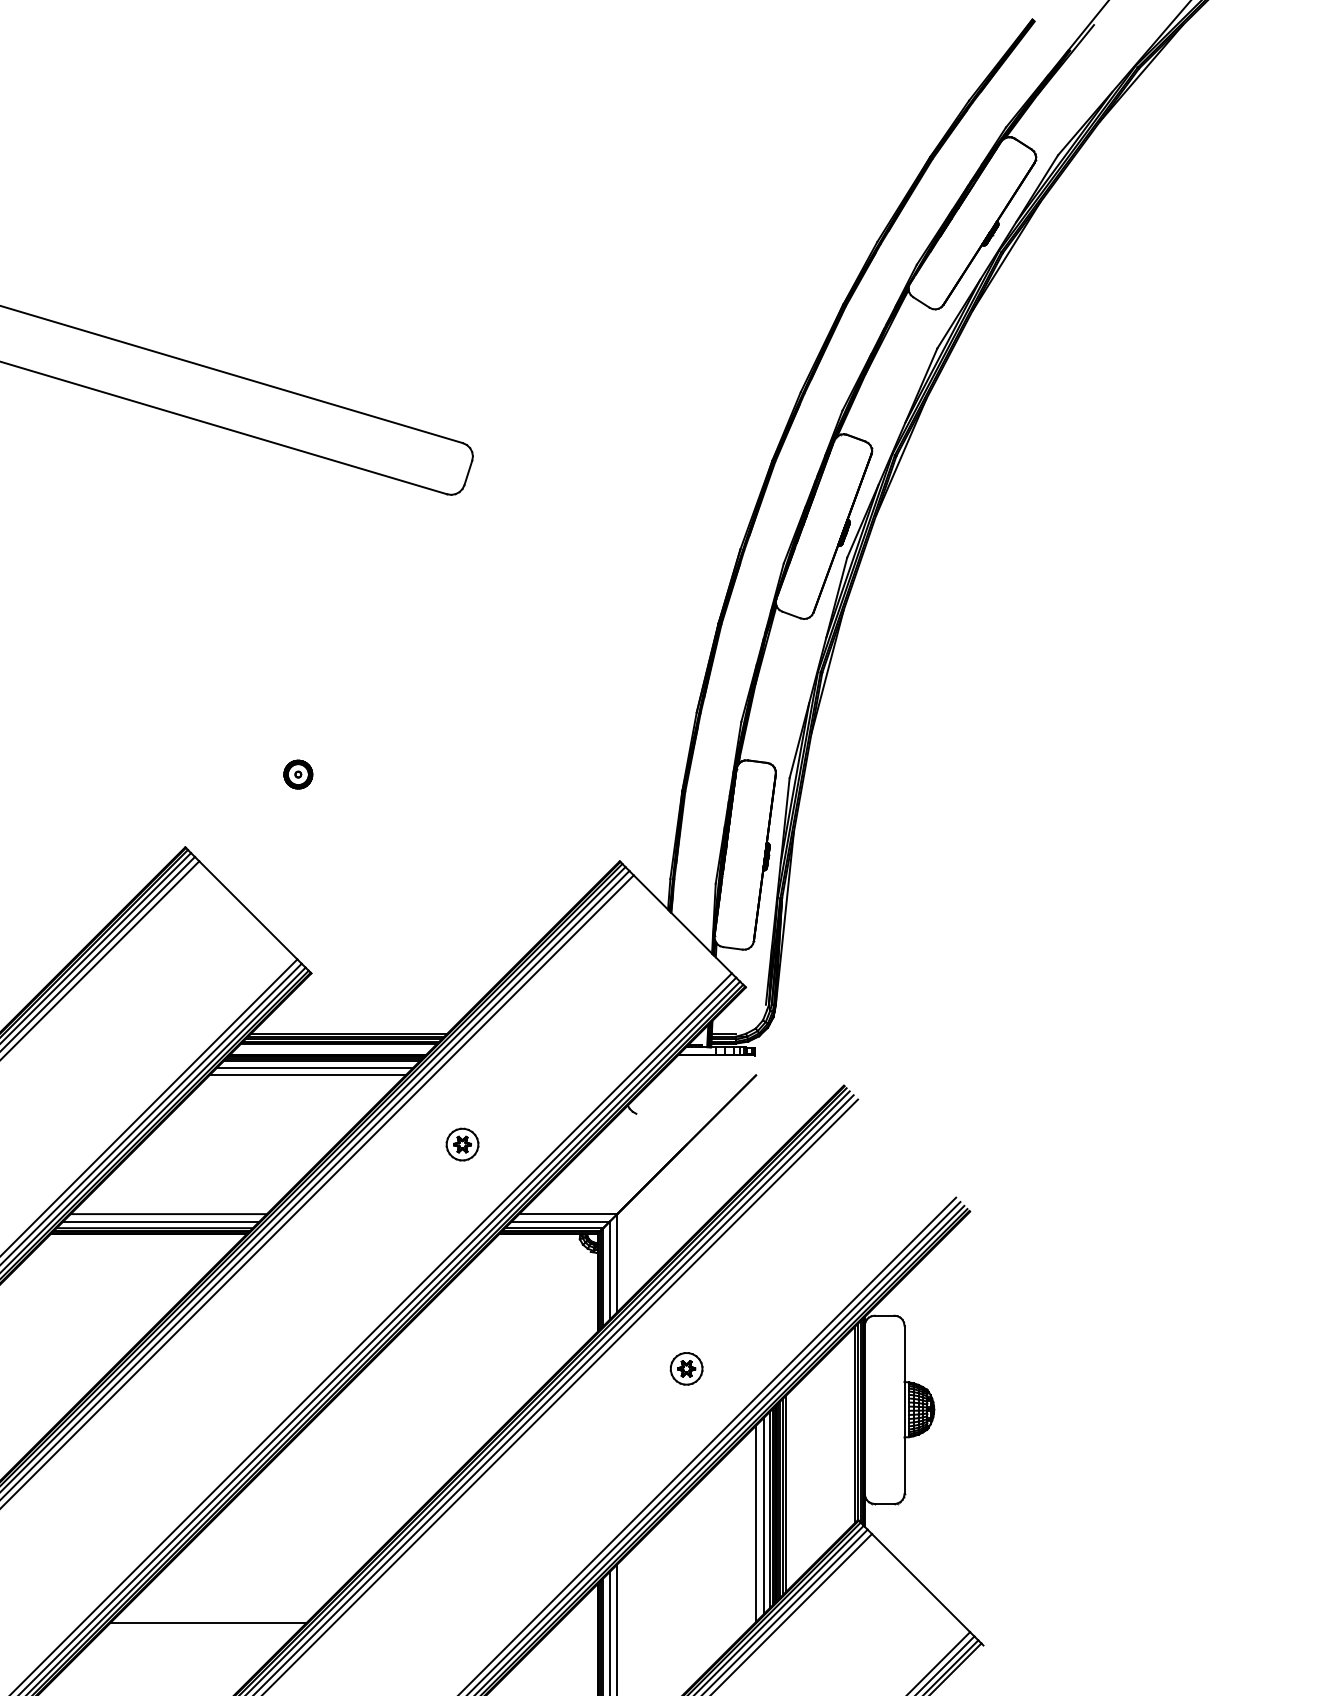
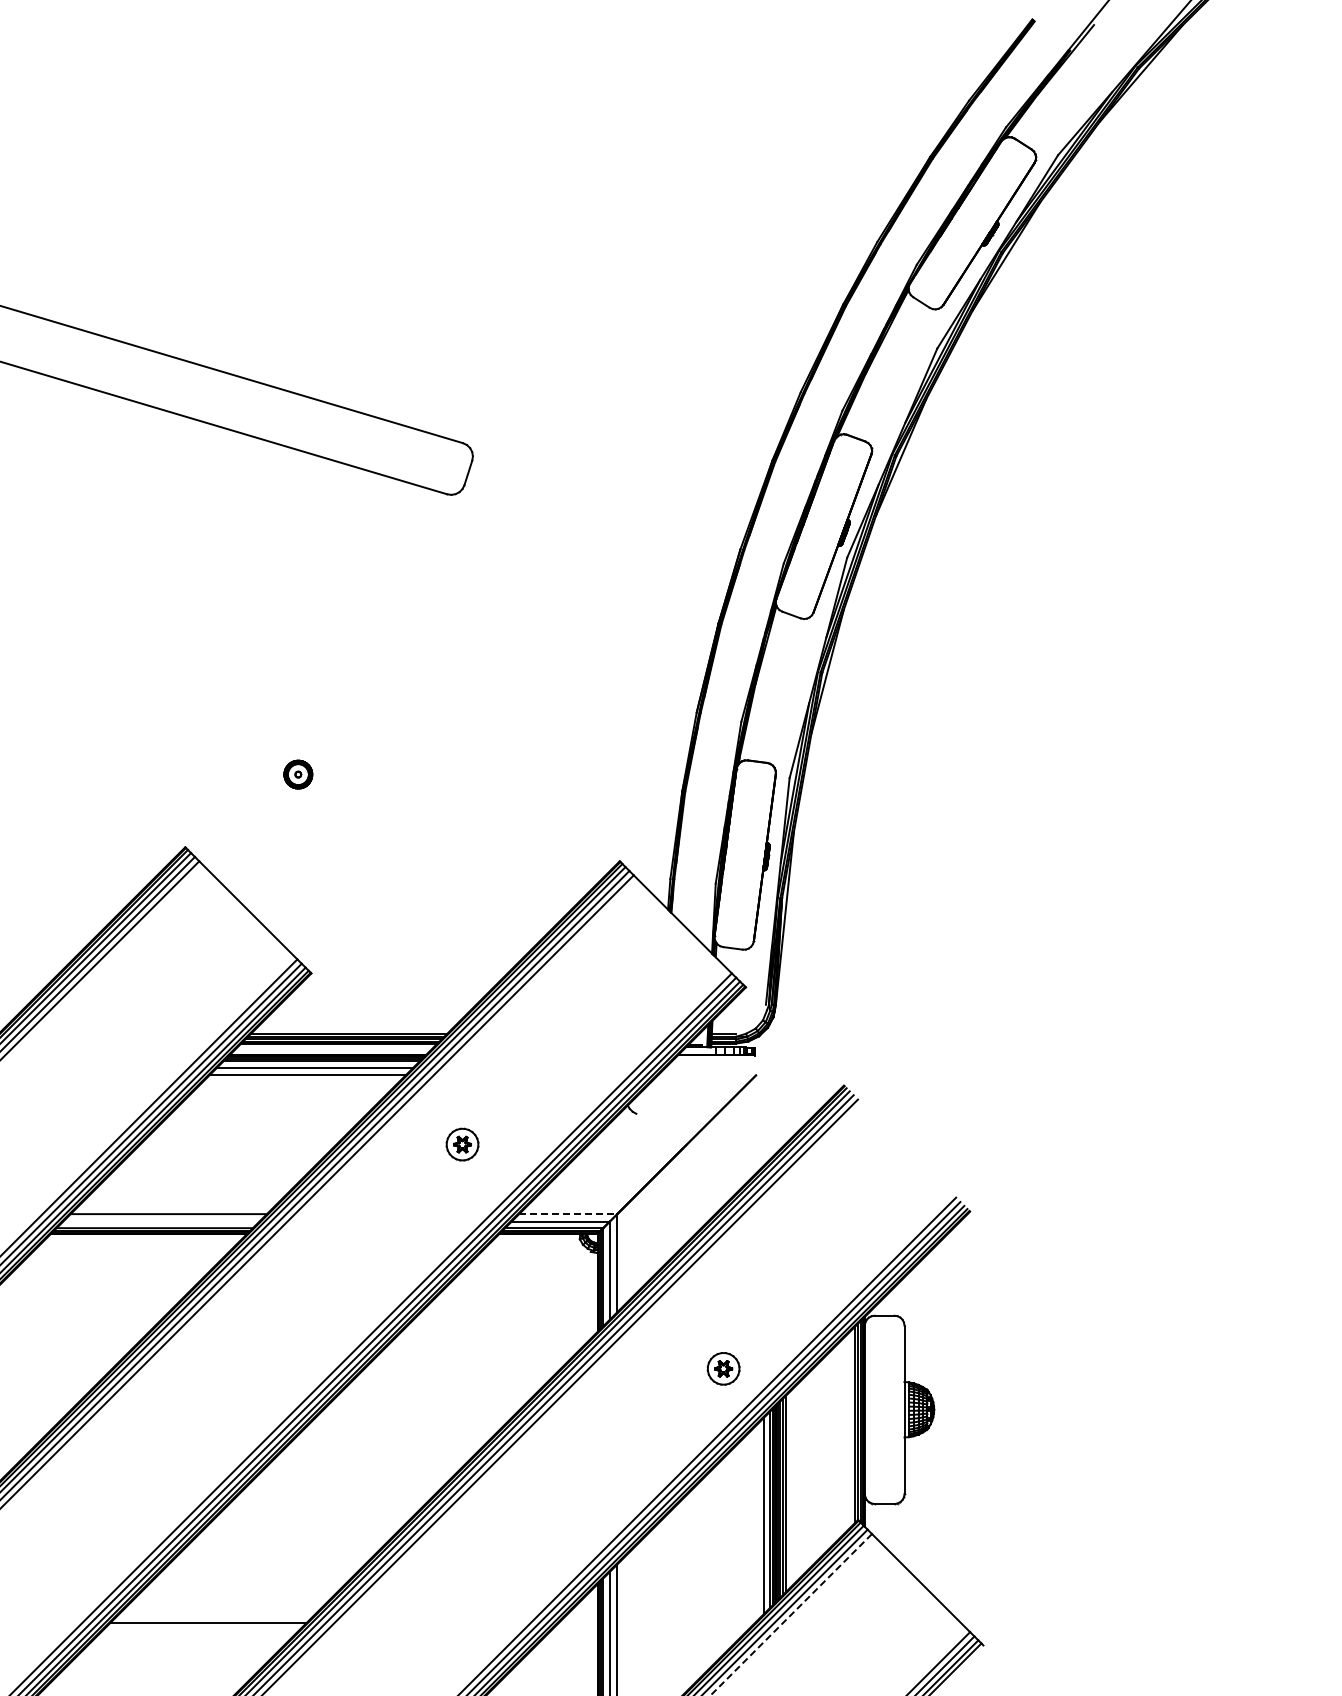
line at (568, 1214): solid -> dashed
line at (161, 1221): present -> none
part at (686, 1368) position: (686, 1368) -> (723, 1368)
line at (756, 1523): present -> none
line at (790, 1615): solid -> dashed
